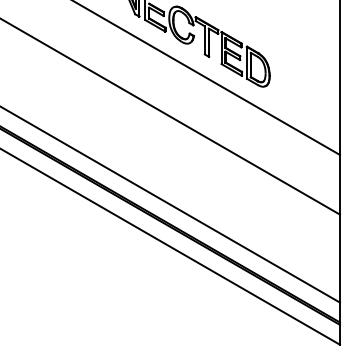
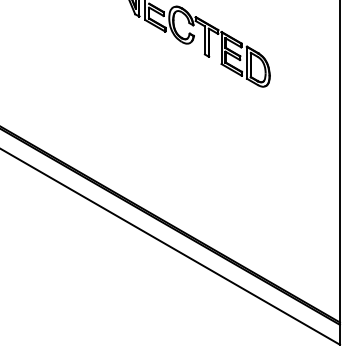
line at (207, 78): present -> none
line at (170, 116): present -> none
line at (170, 204): present -> none
